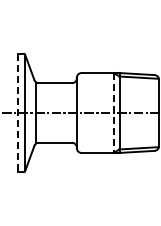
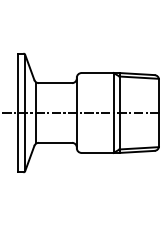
line at (18, 113): dashed -> solid
line at (113, 113): dashed -> solid
